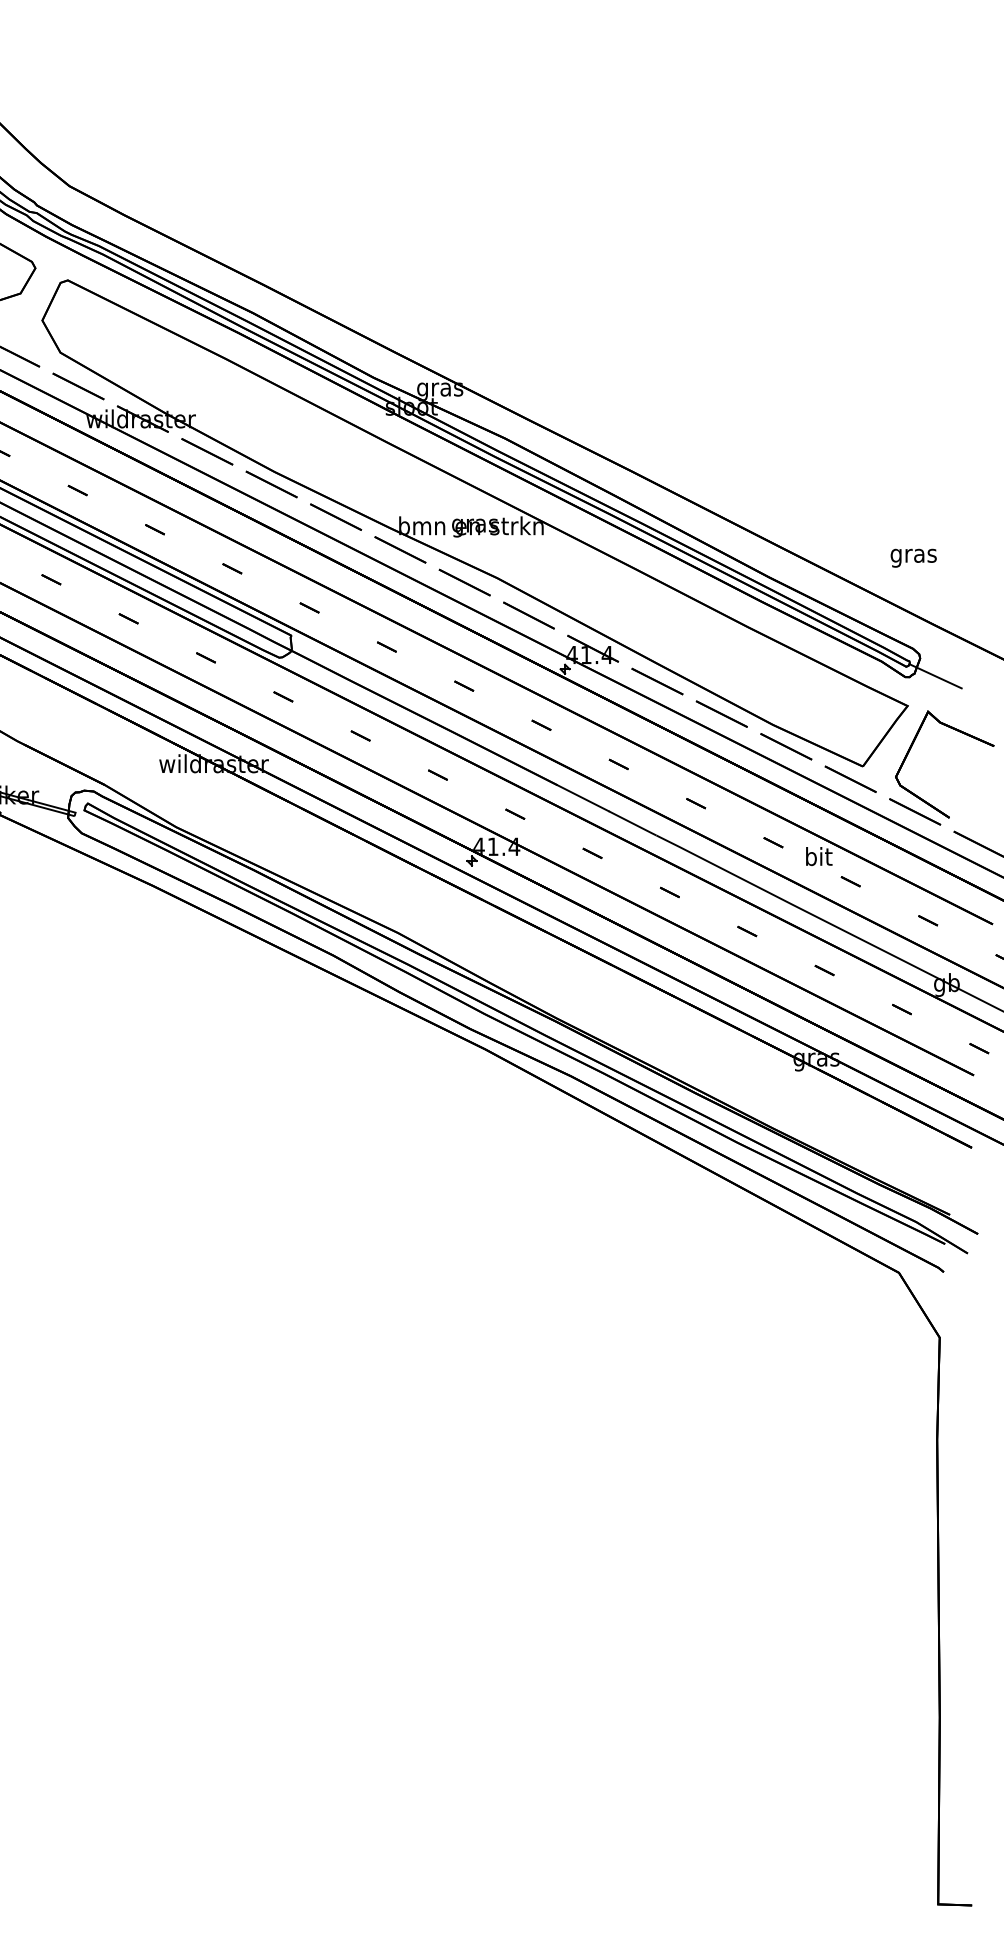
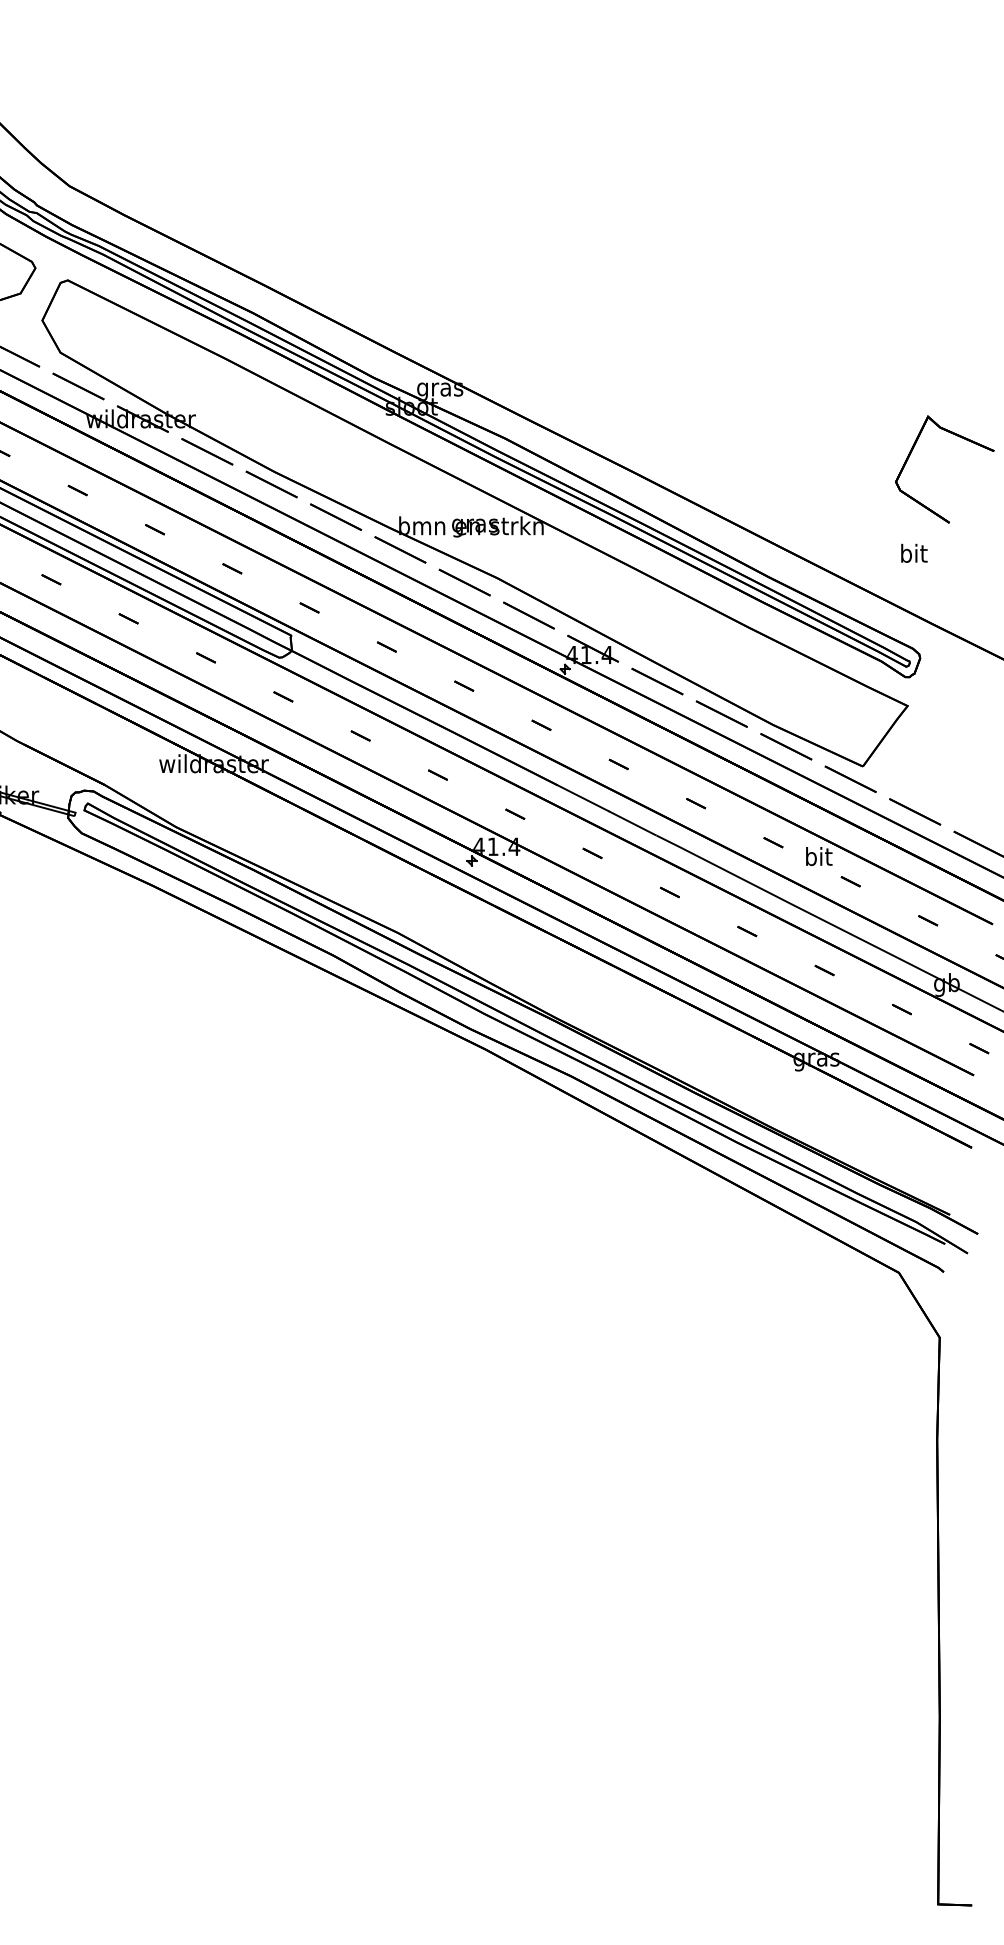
text at (913, 555): gras -> bit
line at (935, 676): present -> none
part at (959, 732) position: (959, 732) -> (959, 437)
